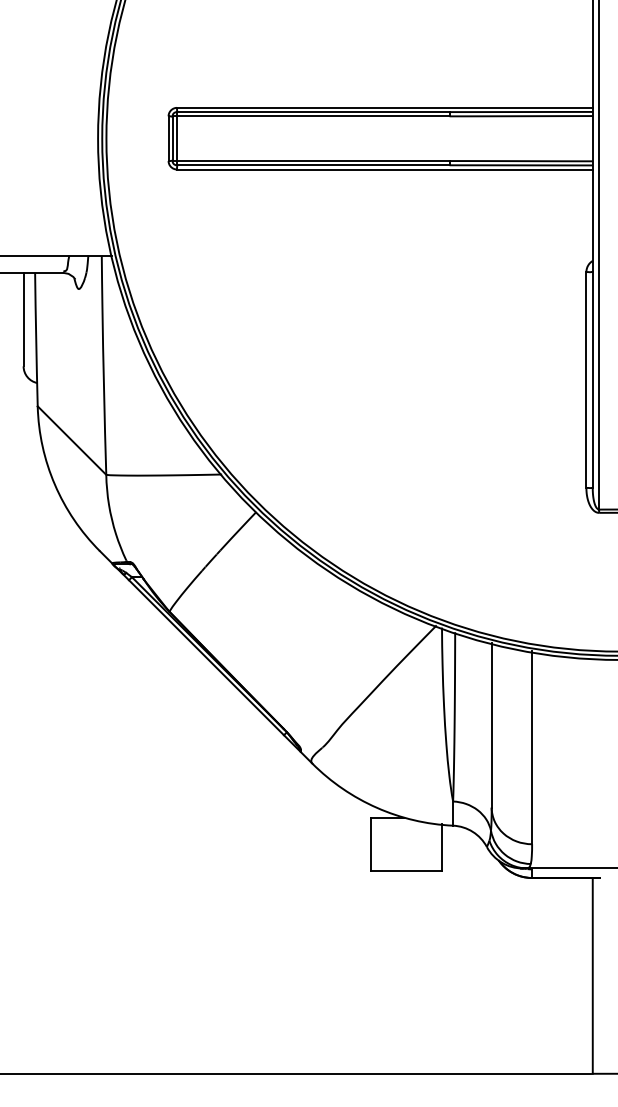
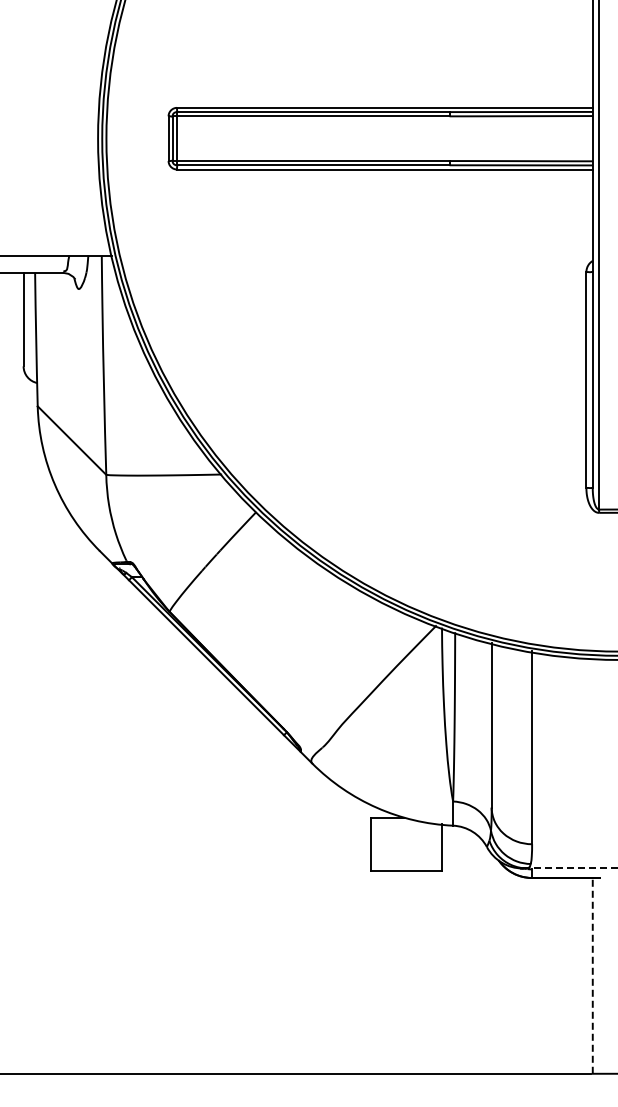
line at (570, 868): solid -> dashed
line at (592, 975): solid -> dashed
